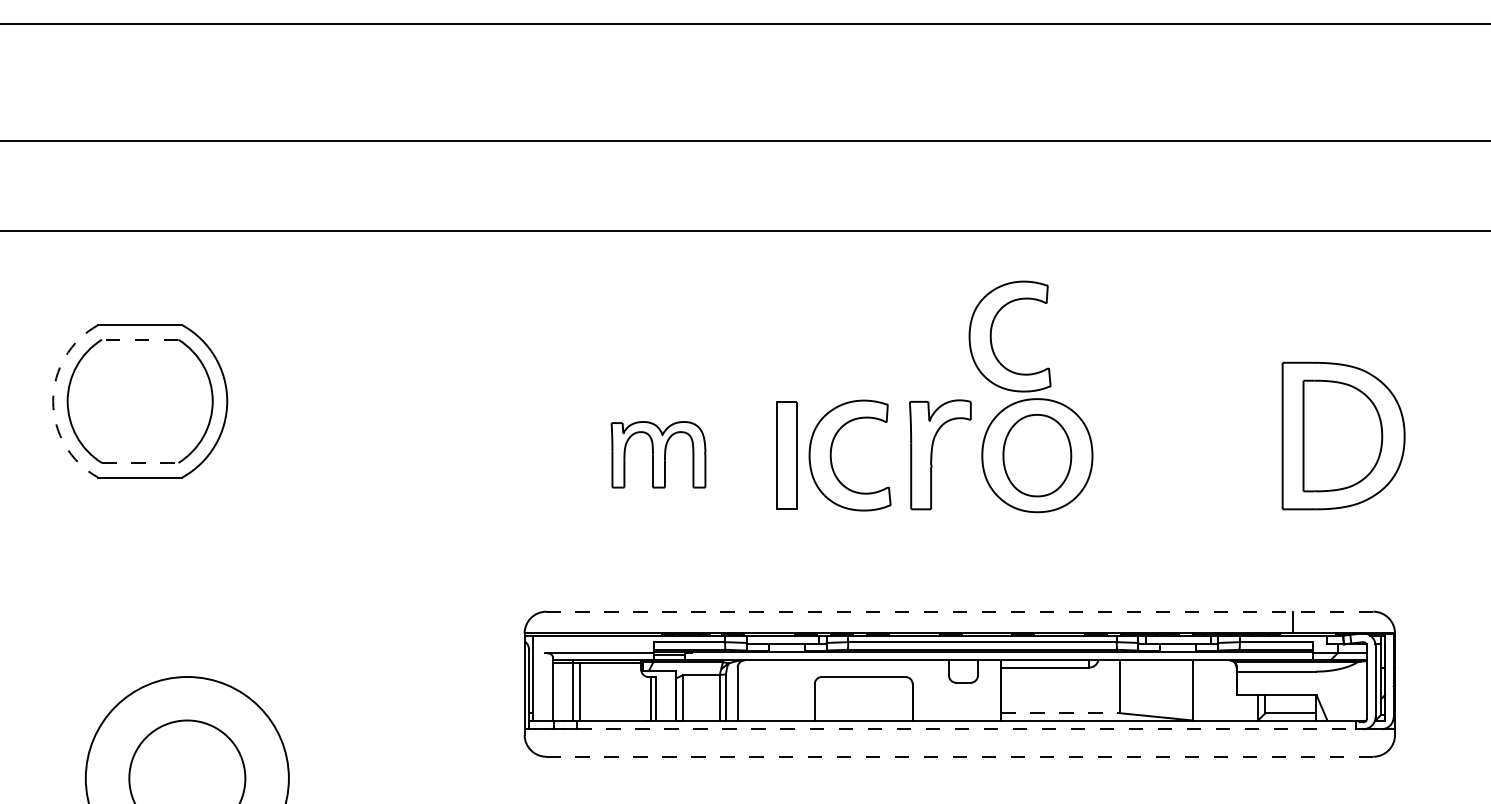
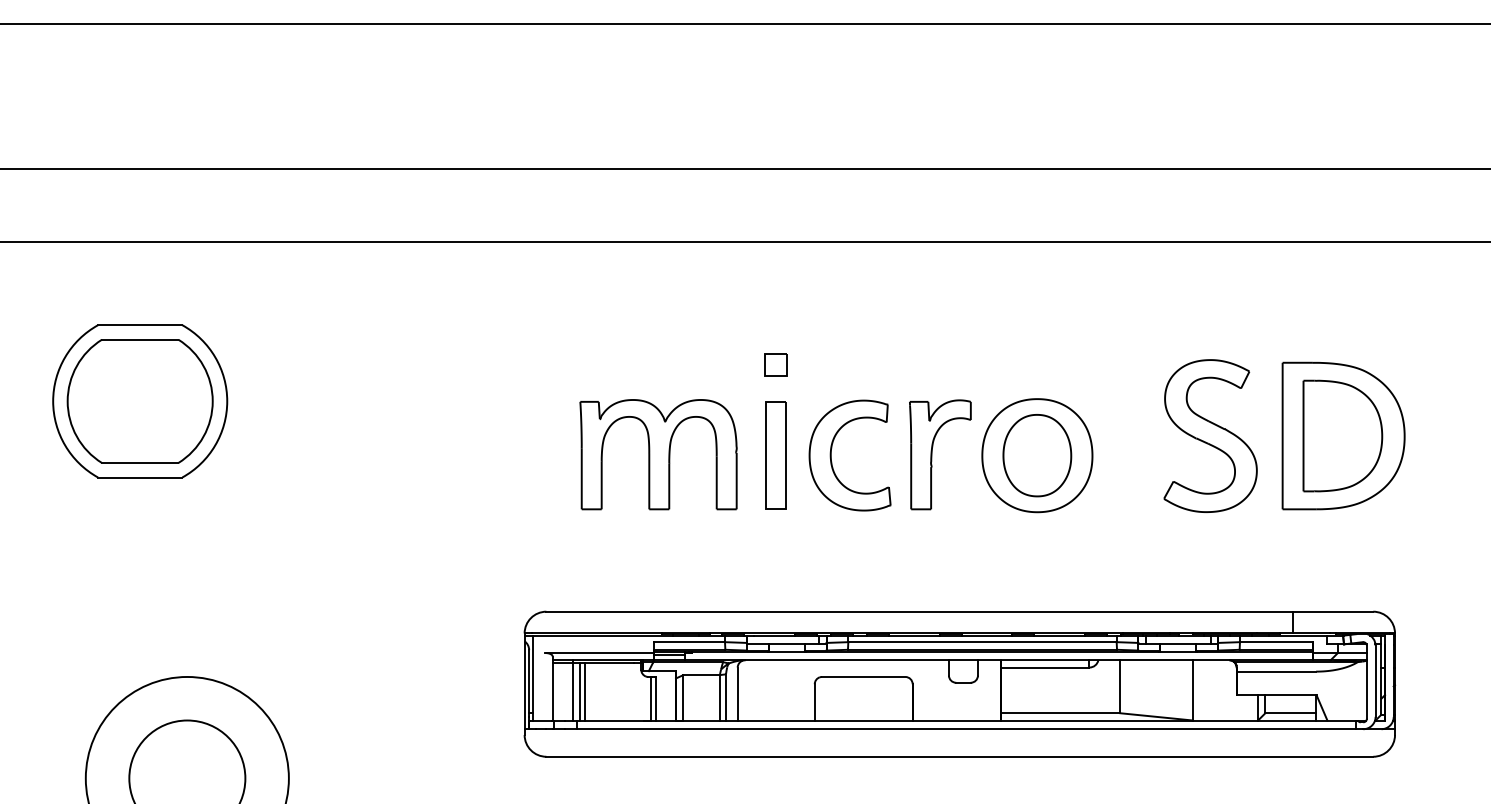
line at (744, 141) position: (744, 141) -> (744, 169)
line at (744, 230) position: (744, 230) -> (744, 241)
part at (991, 336): present -> none
line at (139, 339): dashed -> solid
part at (775, 364): none -> present
arc at (53, 401): dashed -> solid
part at (1210, 435): none -> present
part at (658, 454) size: 97x68 px -> 159x112 px
part at (786, 455) position: (786, 455) -> (775, 455)
line at (140, 463): dashed -> solid
line at (960, 611): dashed -> solid
line at (584, 691): none -> present
line at (1060, 713): dashed -> solid
line at (967, 729): dashed -> solid
line at (959, 756): dashed -> solid
